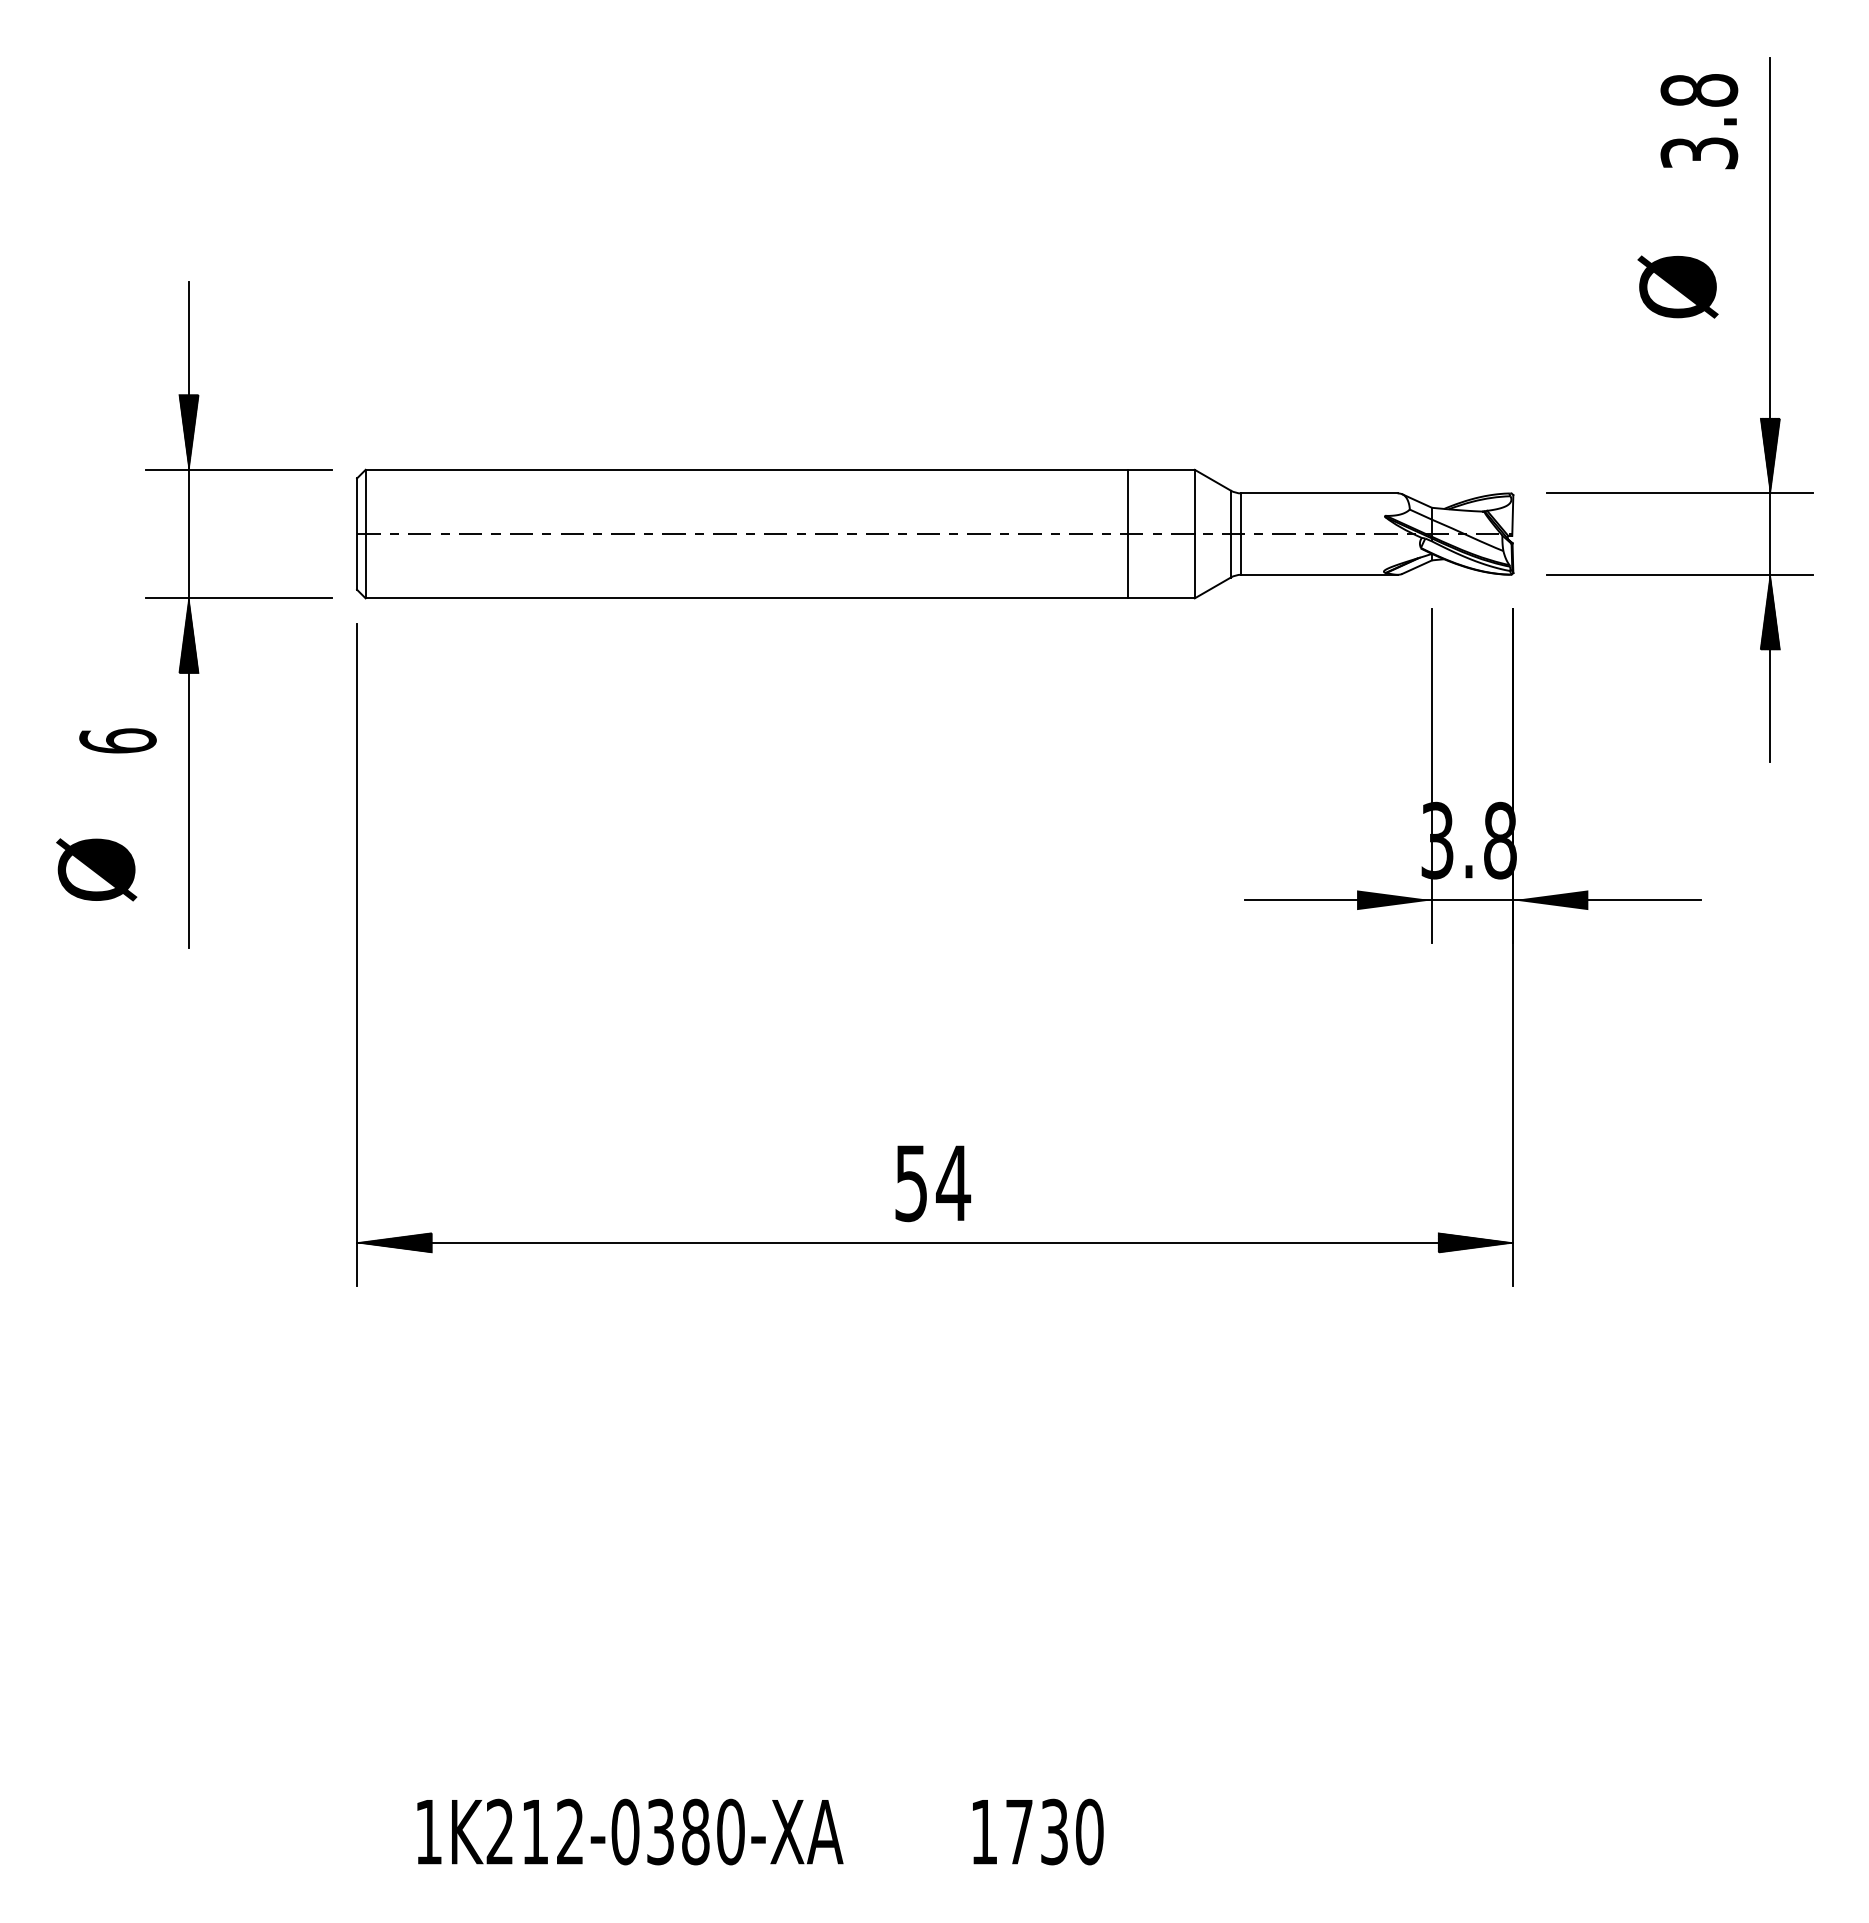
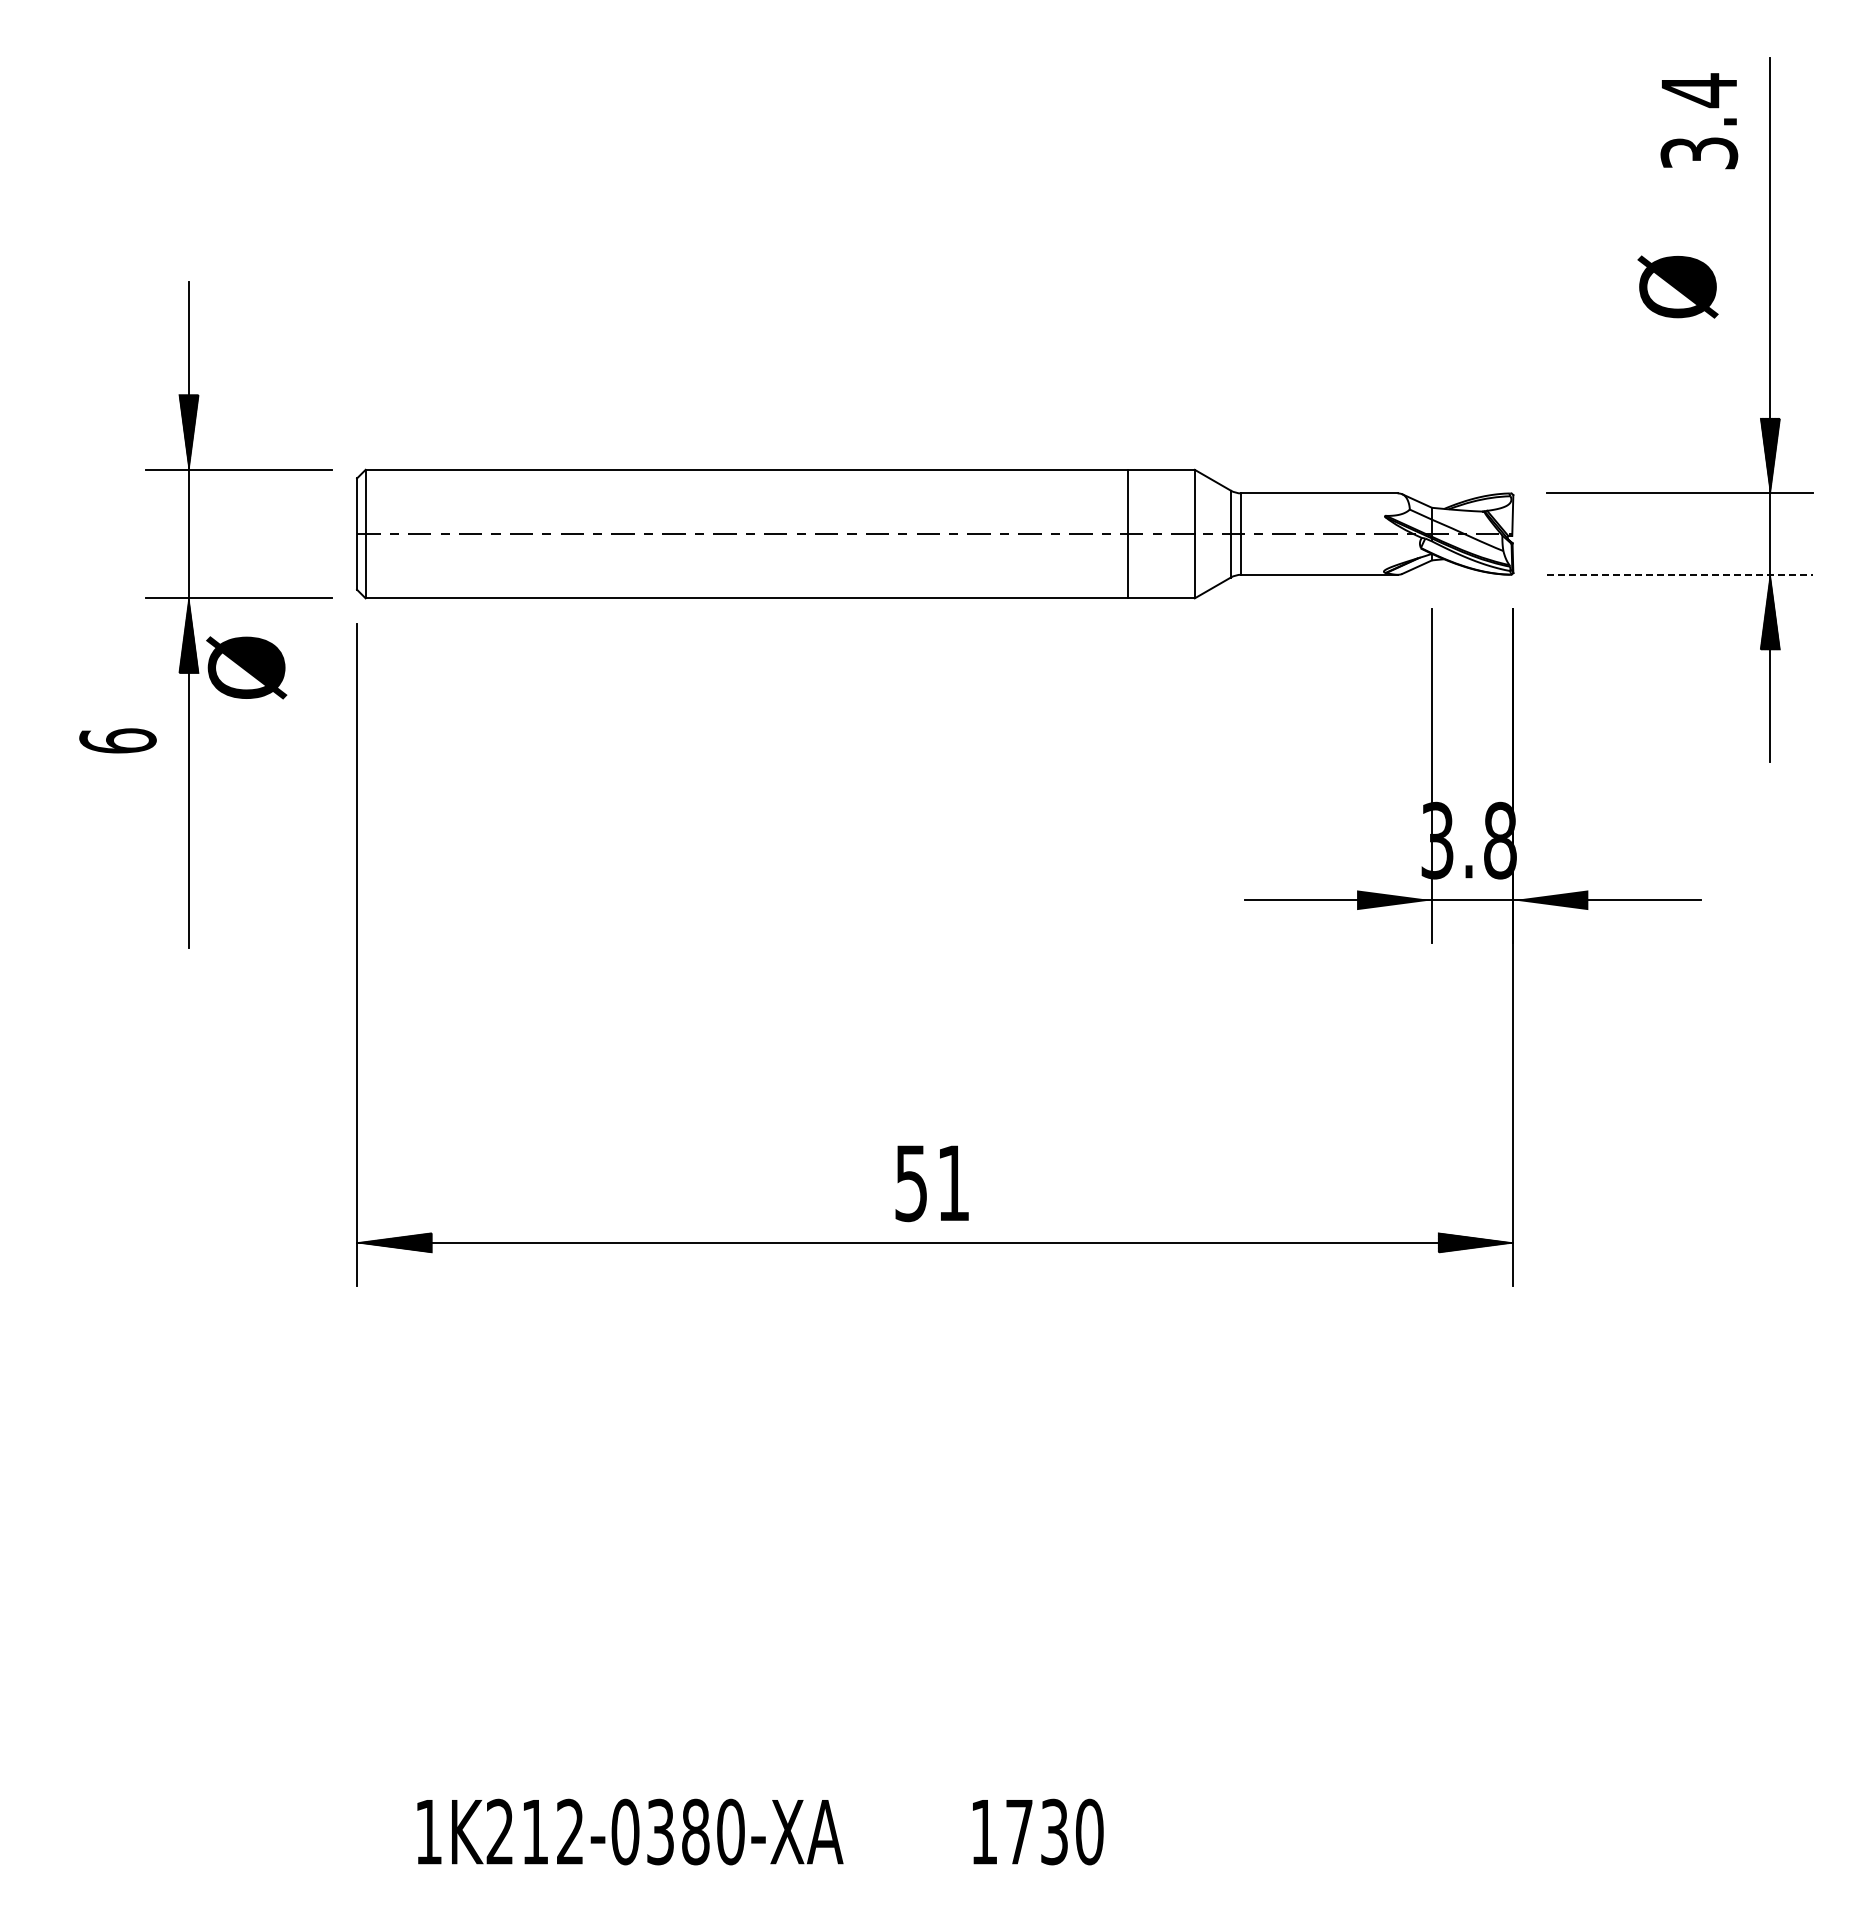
text at (1699, 90): 3.8 -> 3.4
line at (1680, 574): solid -> dashed
text at (96, 869) position: (96, 869) -> (246, 667)
text at (953, 1182): 54 -> 51
